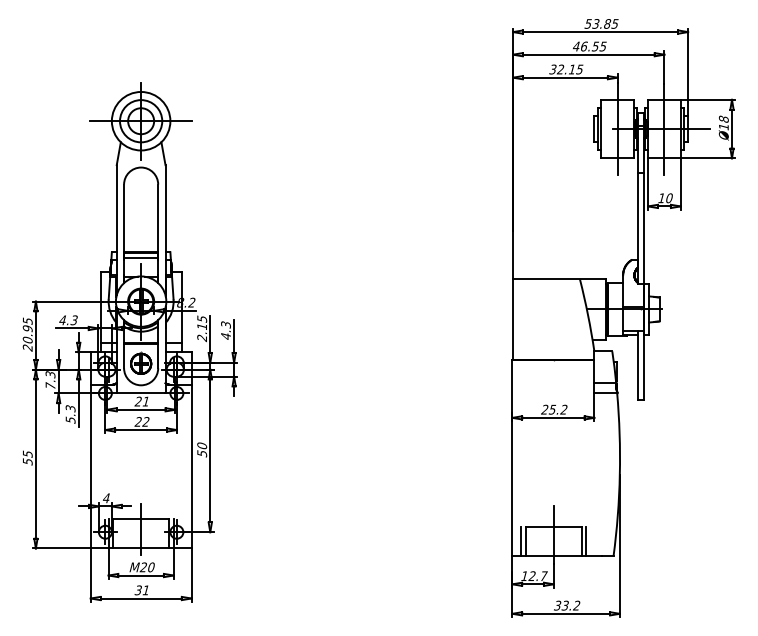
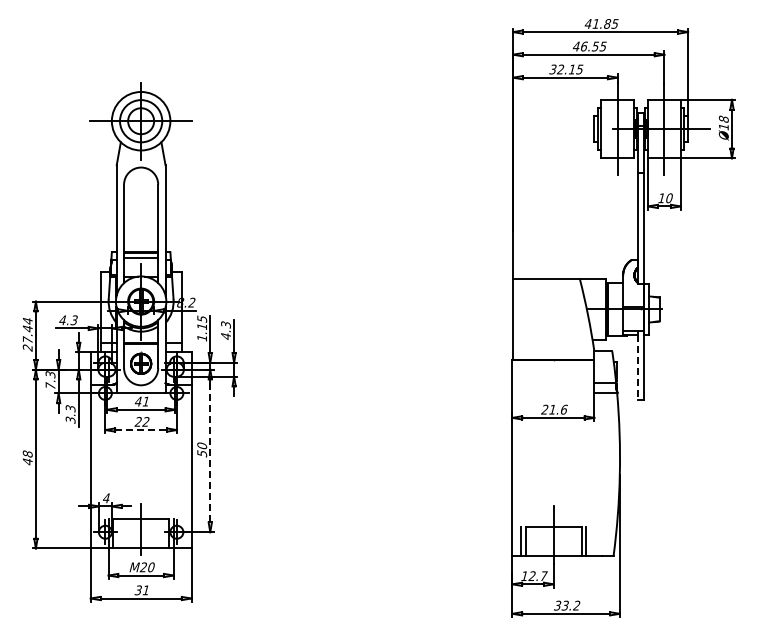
text at (591, 23): 53.85 -> 41.85
text at (27, 330): 20.95 -> 27.44
text at (201, 338): 2.15 -> 1.15
line at (637, 367): solid -> dashed
text at (137, 401): 21 -> 41
text at (557, 409): 25.2 -> 21.6
text at (69, 419): 5.3 -> 3.3
line at (141, 430): solid -> dashed
line at (210, 450): solid -> dashed
text at (27, 457): 55 -> 48
